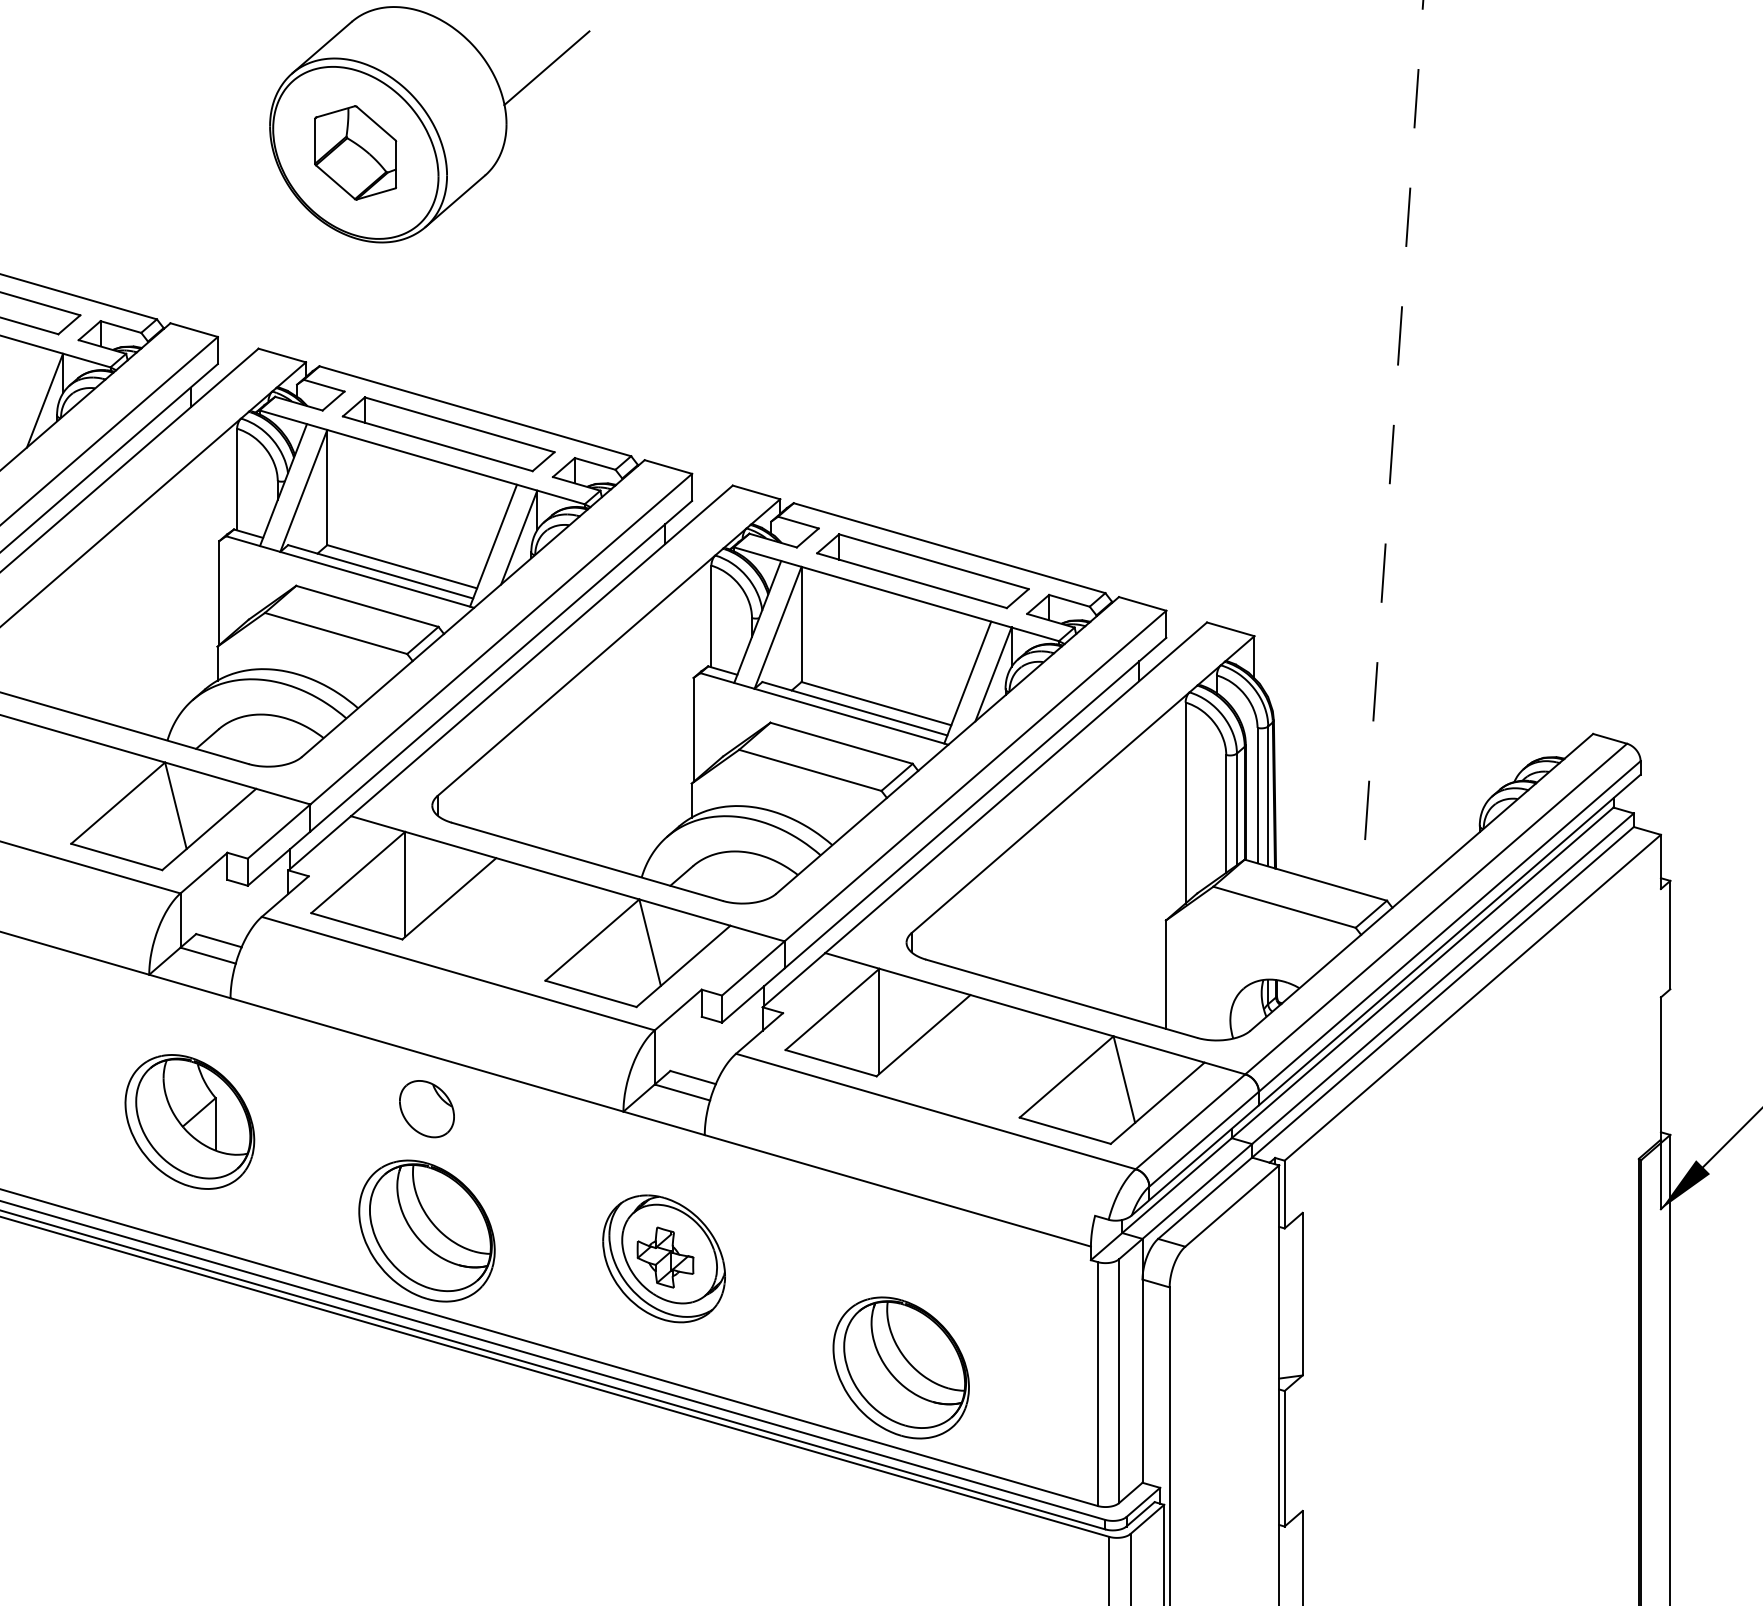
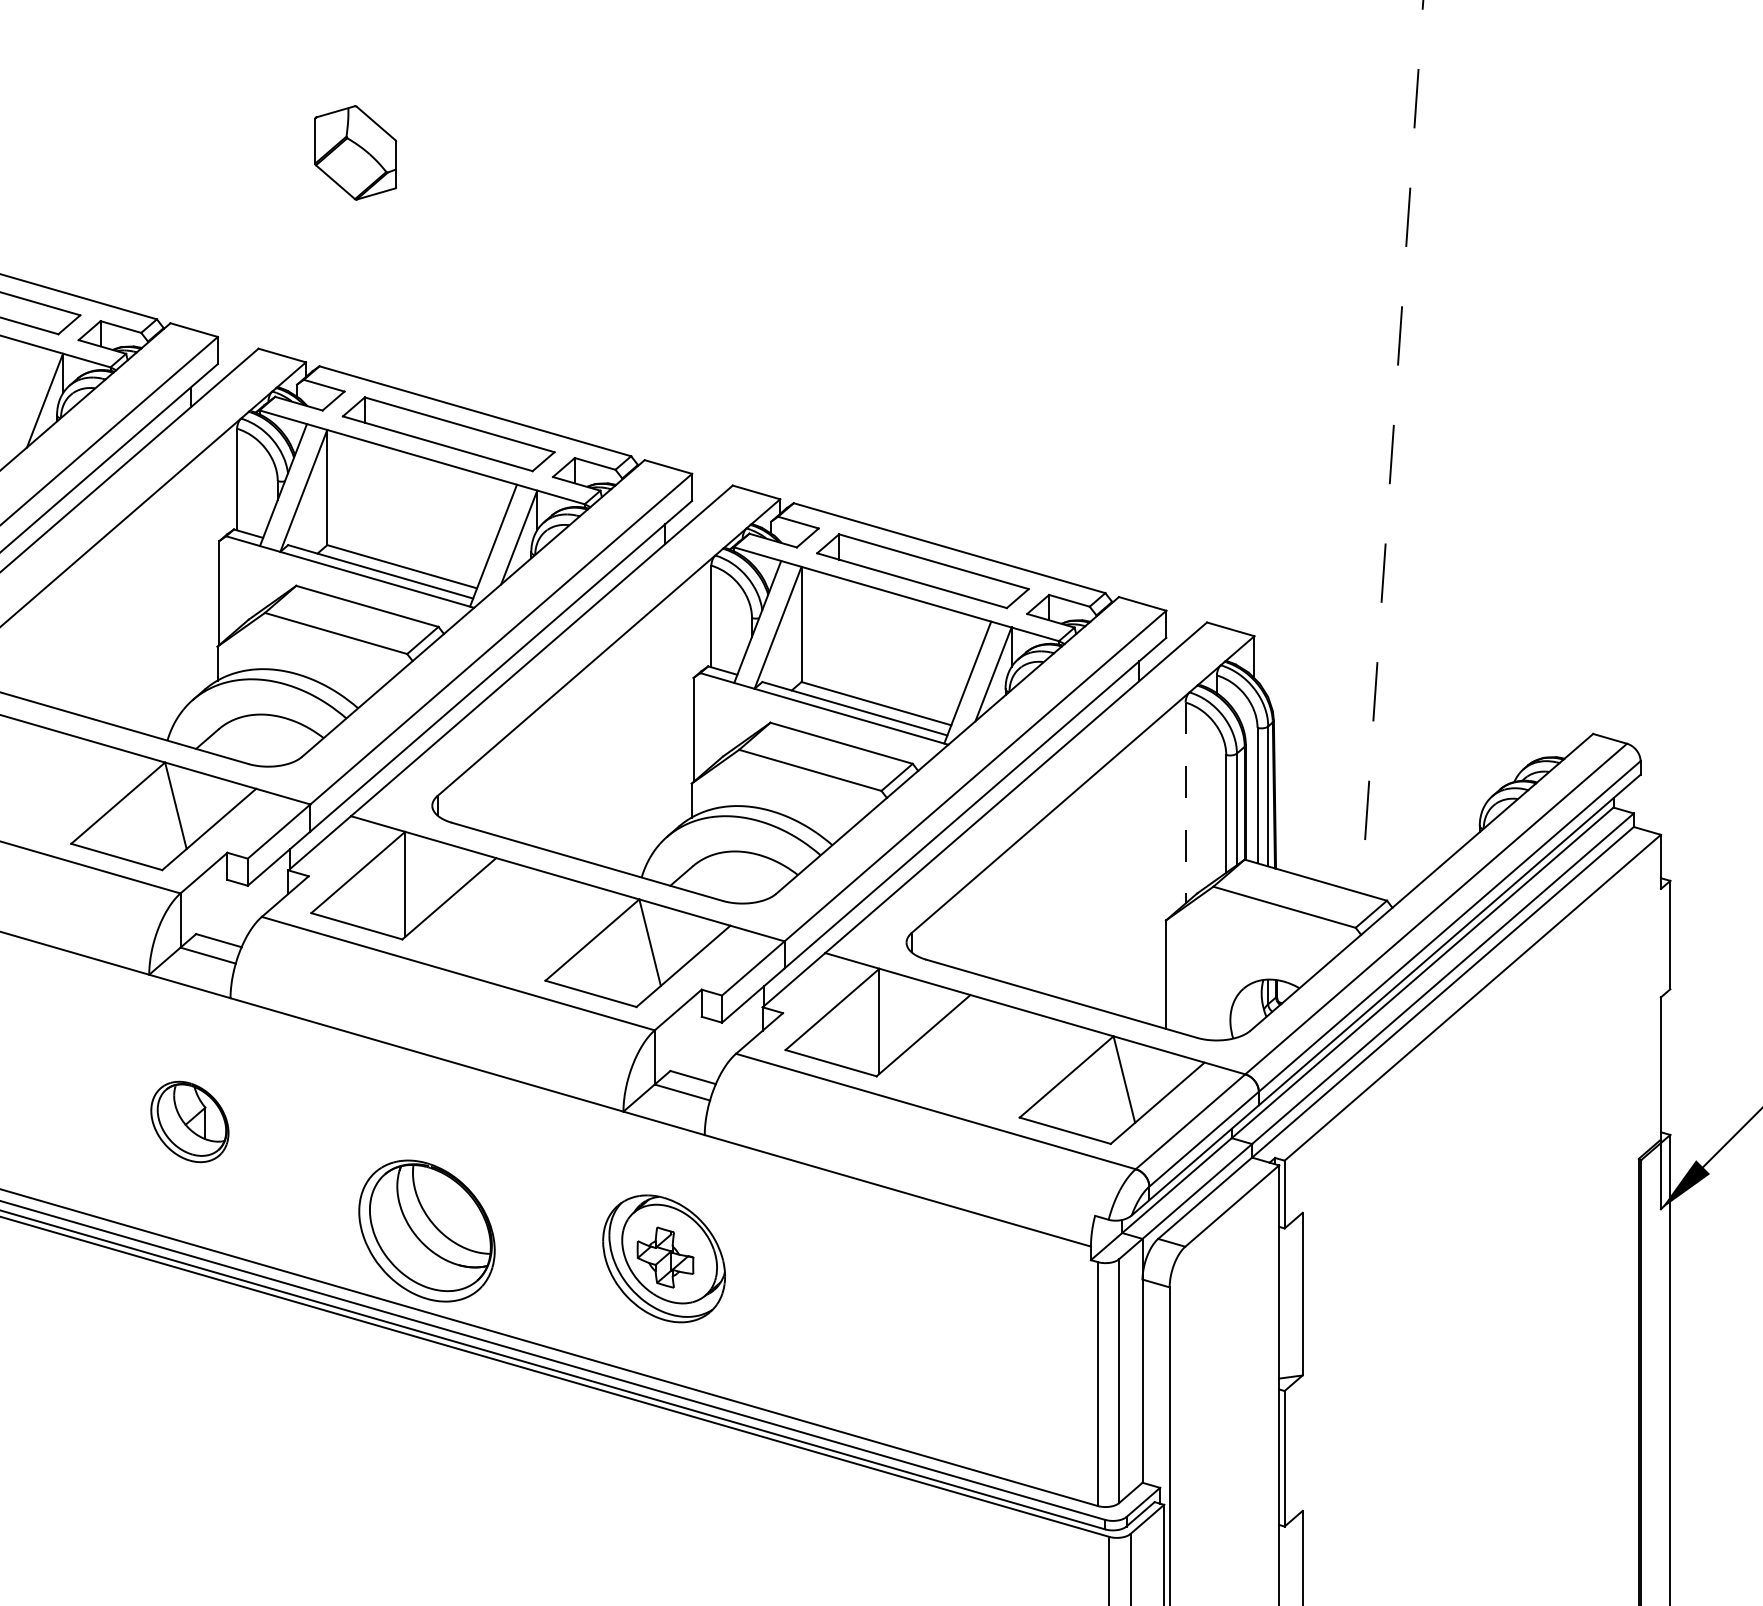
part at (429, 124): present -> none
line at (1185, 803): solid -> dashed
part at (426, 1109): present -> none
part at (189, 1121) size: 132x136 px -> 80x84 px
part at (900, 1367): present -> none
